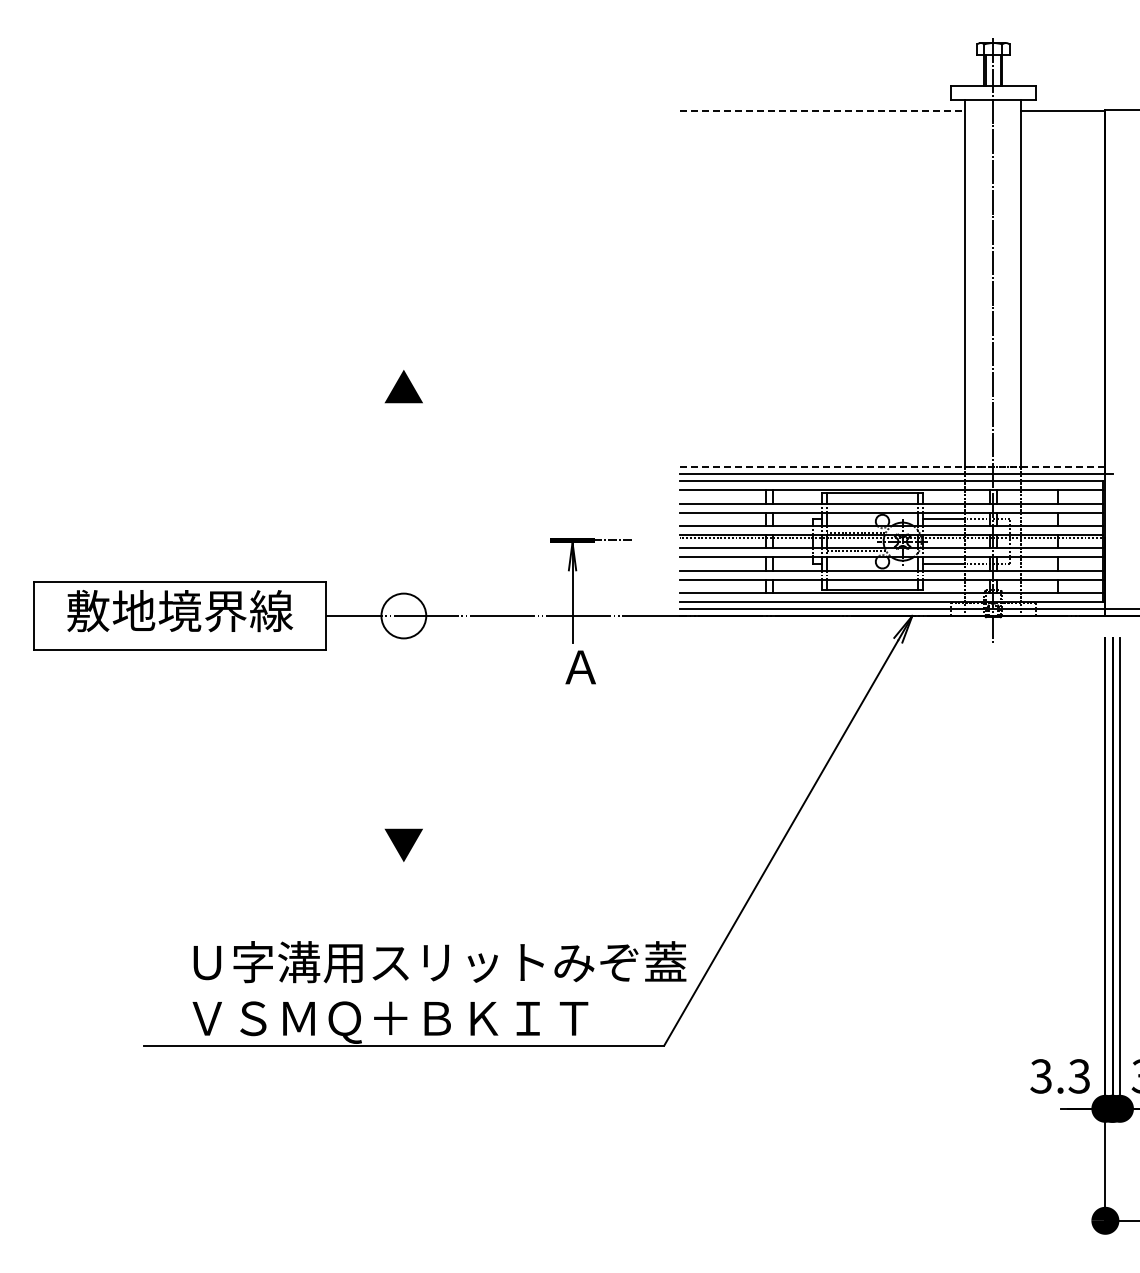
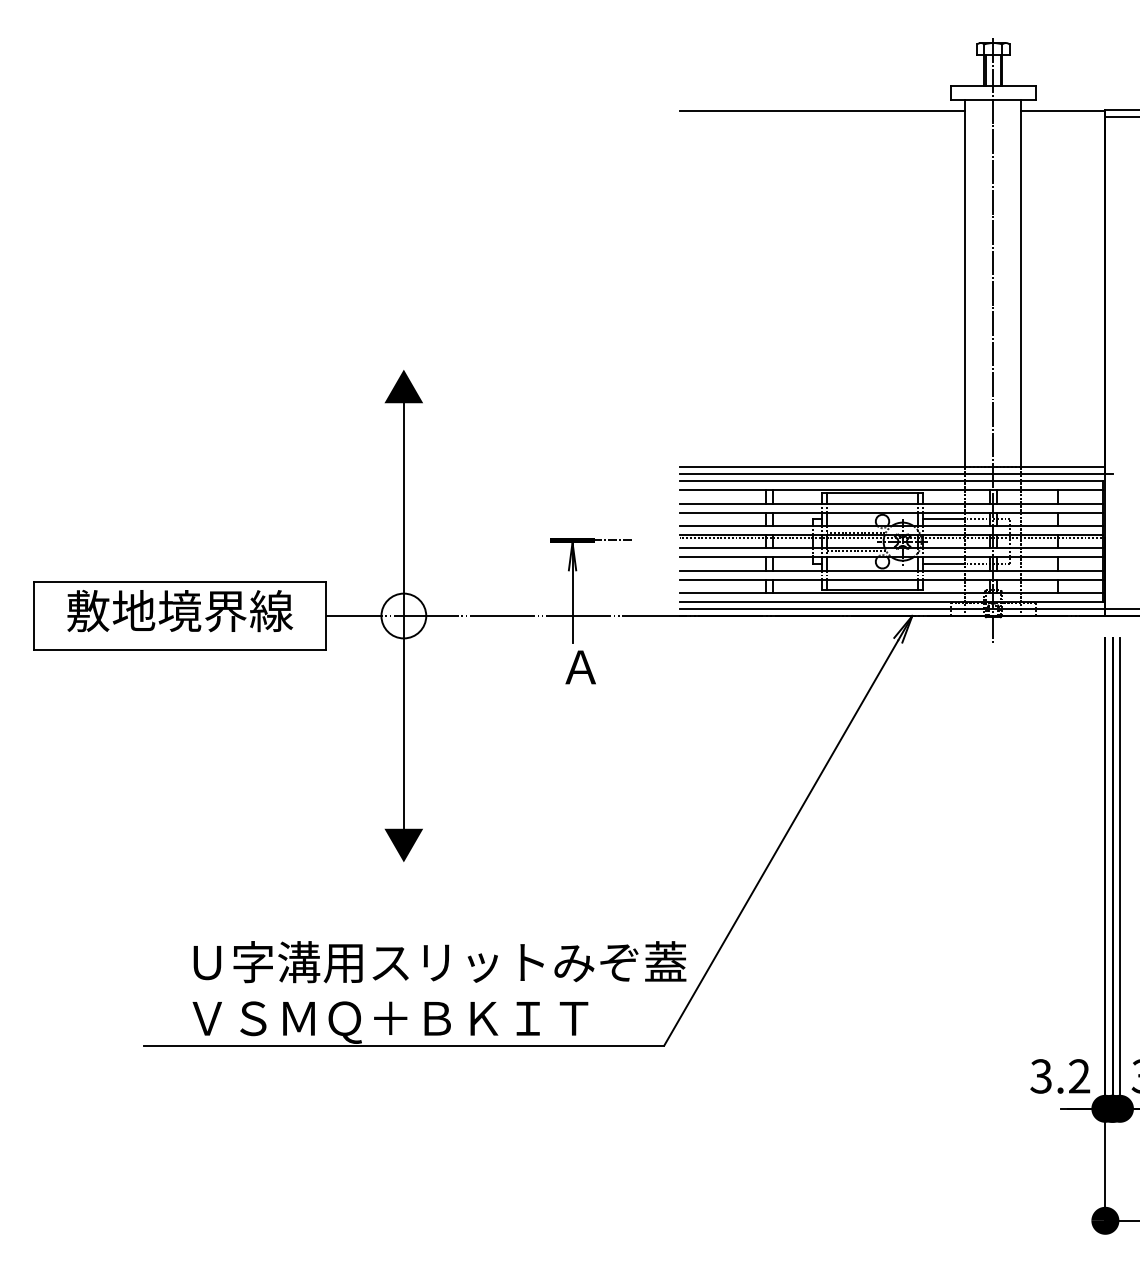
line at (822, 110): dashed -> solid
line at (1120, 116): none -> present
line at (892, 467): dashed -> solid
line at (403, 616): none -> present
text at (1079, 1076): 3.3 -> 3.2
